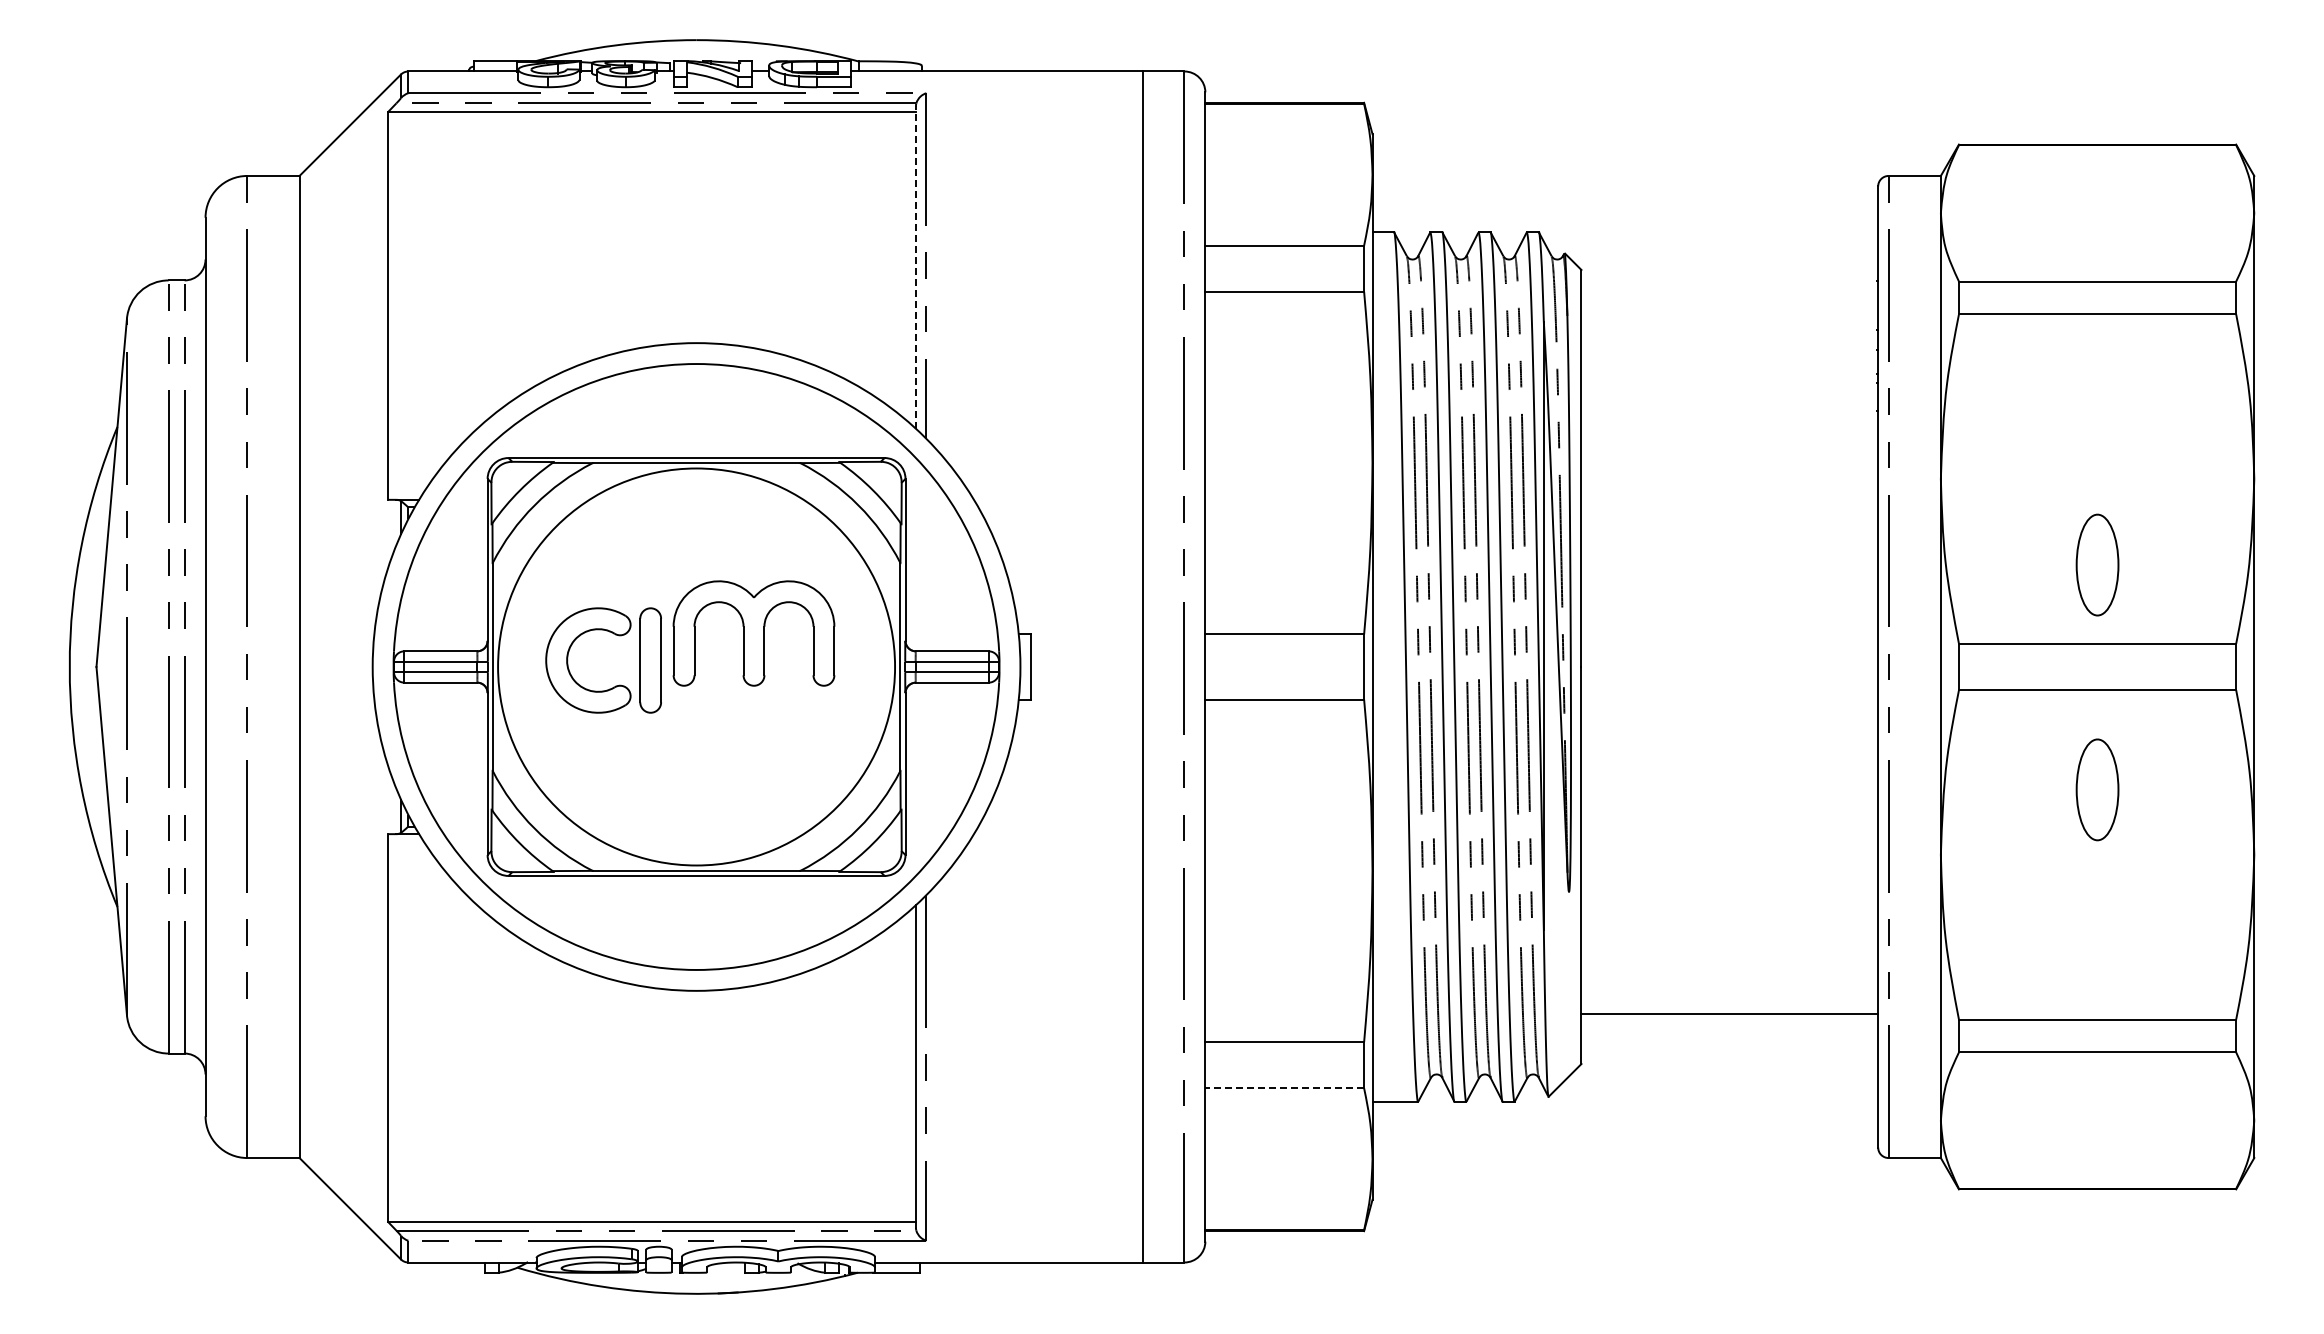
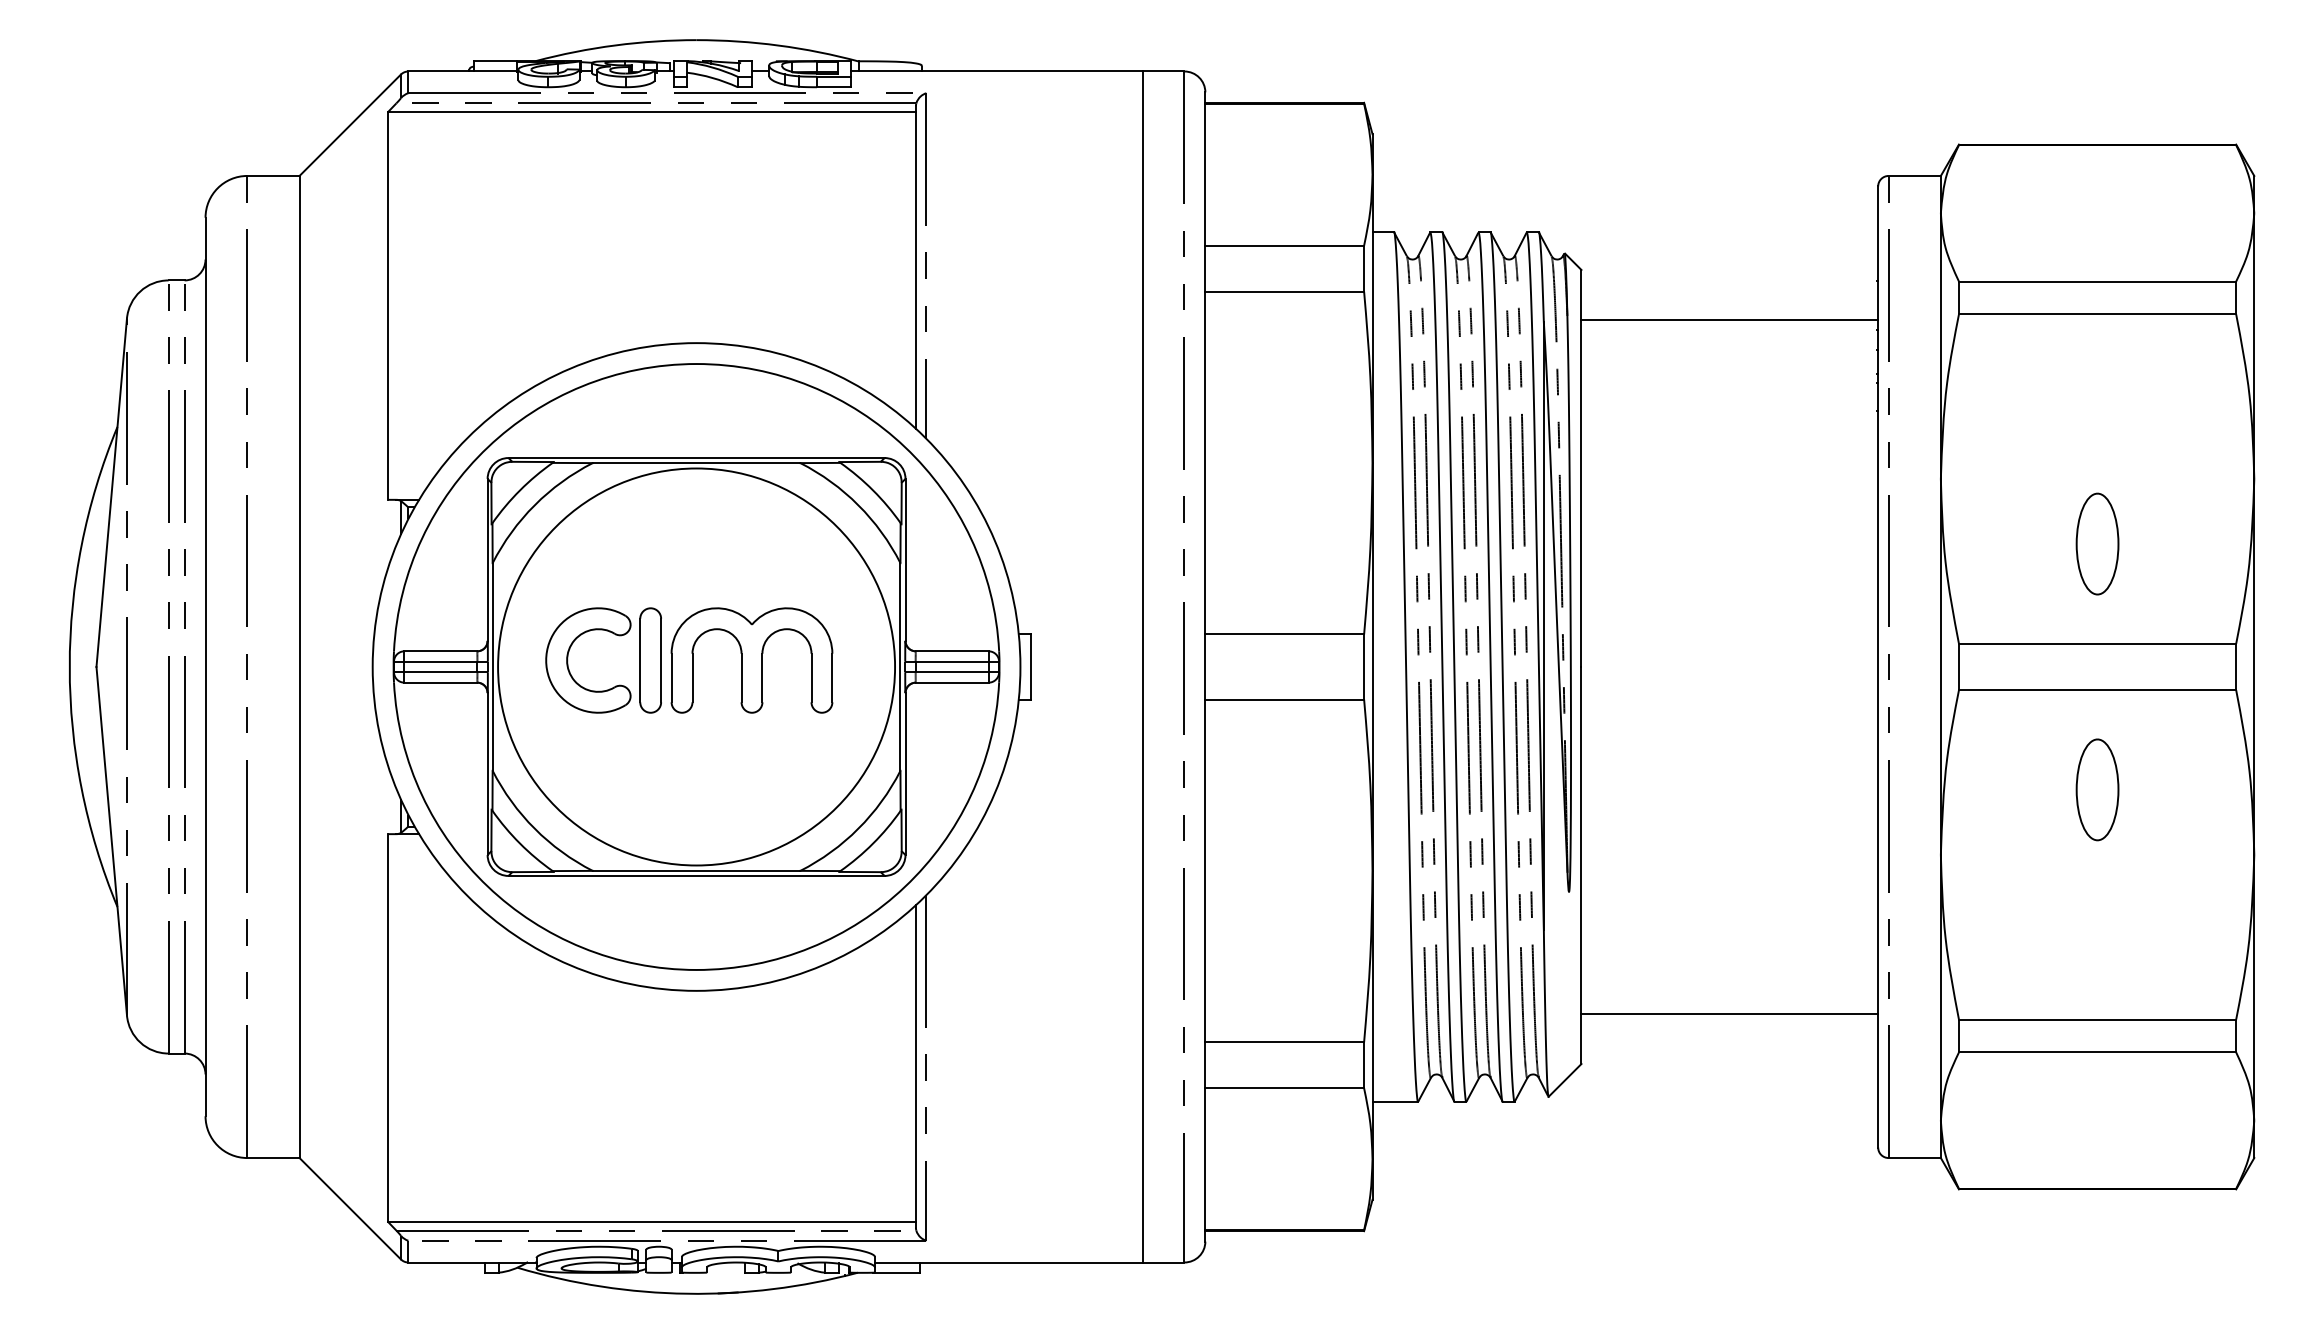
line at (915, 267): dashed -> solid
line at (1729, 320): none -> present
part at (2097, 564) position: (2097, 564) -> (2097, 543)
part at (753, 633) position: (753, 633) -> (751, 660)
line at (1284, 1088): dashed -> solid
